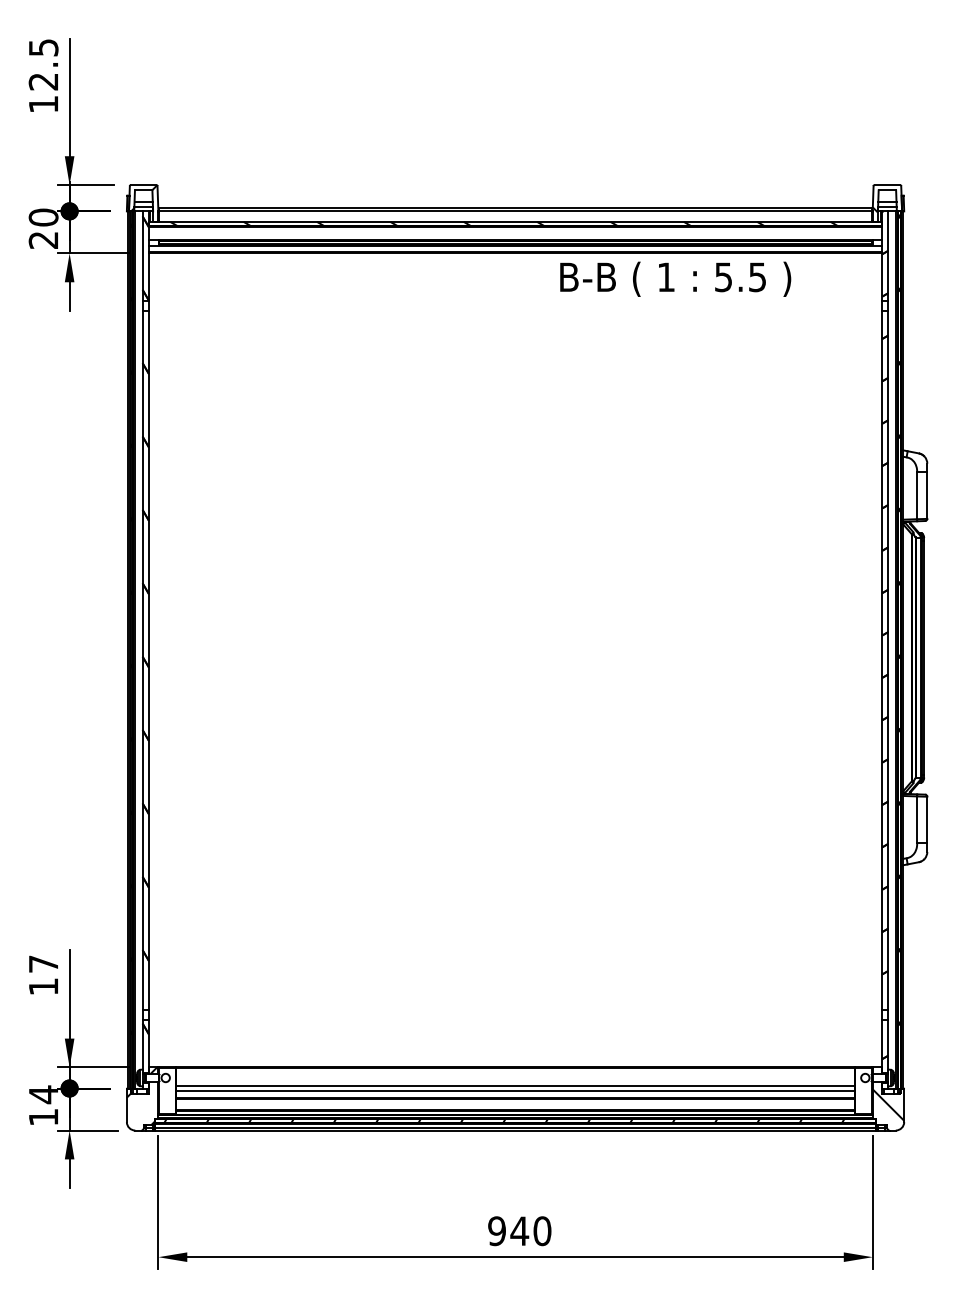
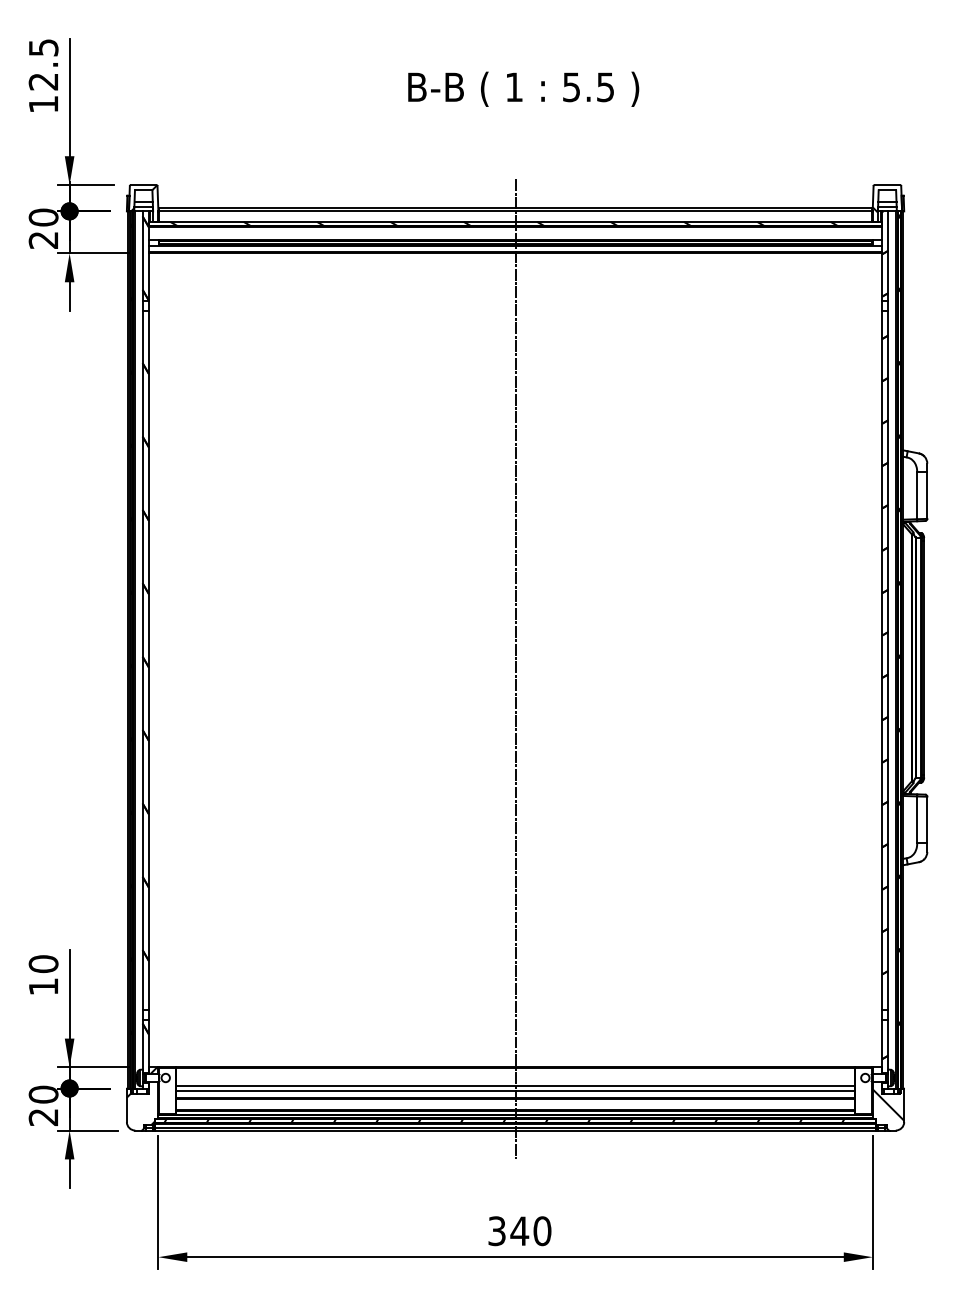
text at (675, 278) position: (675, 278) -> (523, 88)
line at (515, 669): none -> present
text at (43, 964): 17 -> 10
text at (43, 1105): 14 -> 20
text at (496, 1230): 940 -> 340
